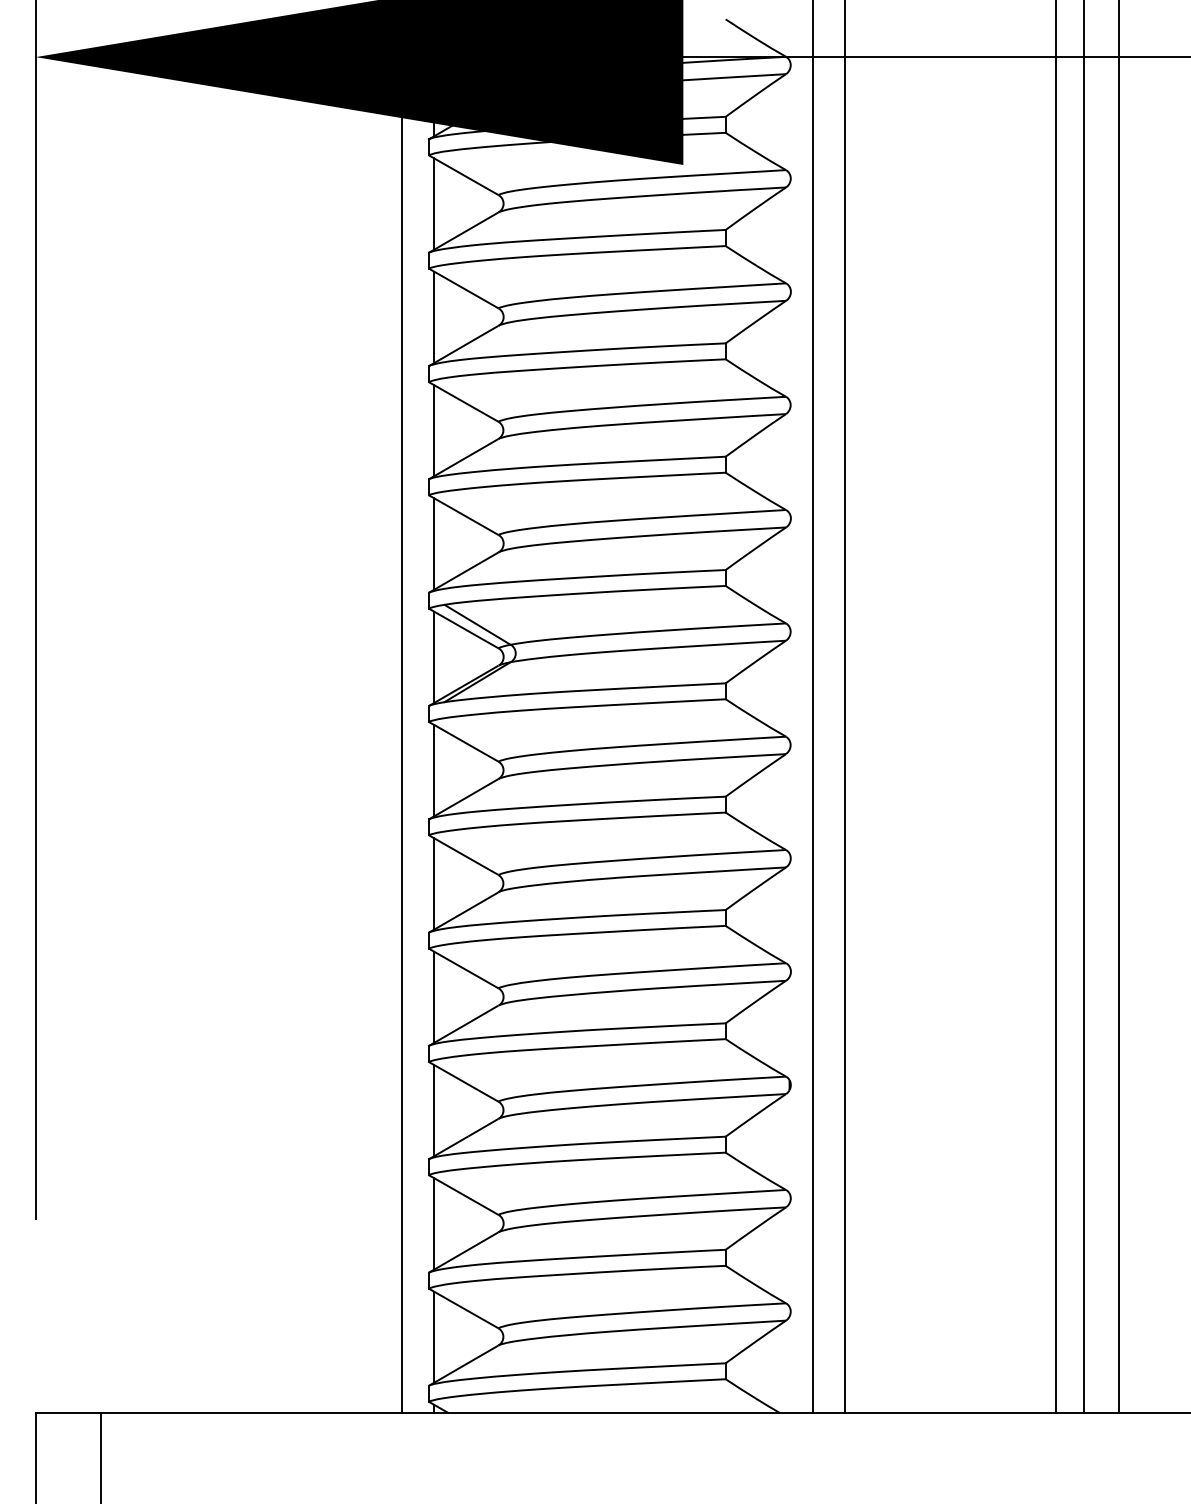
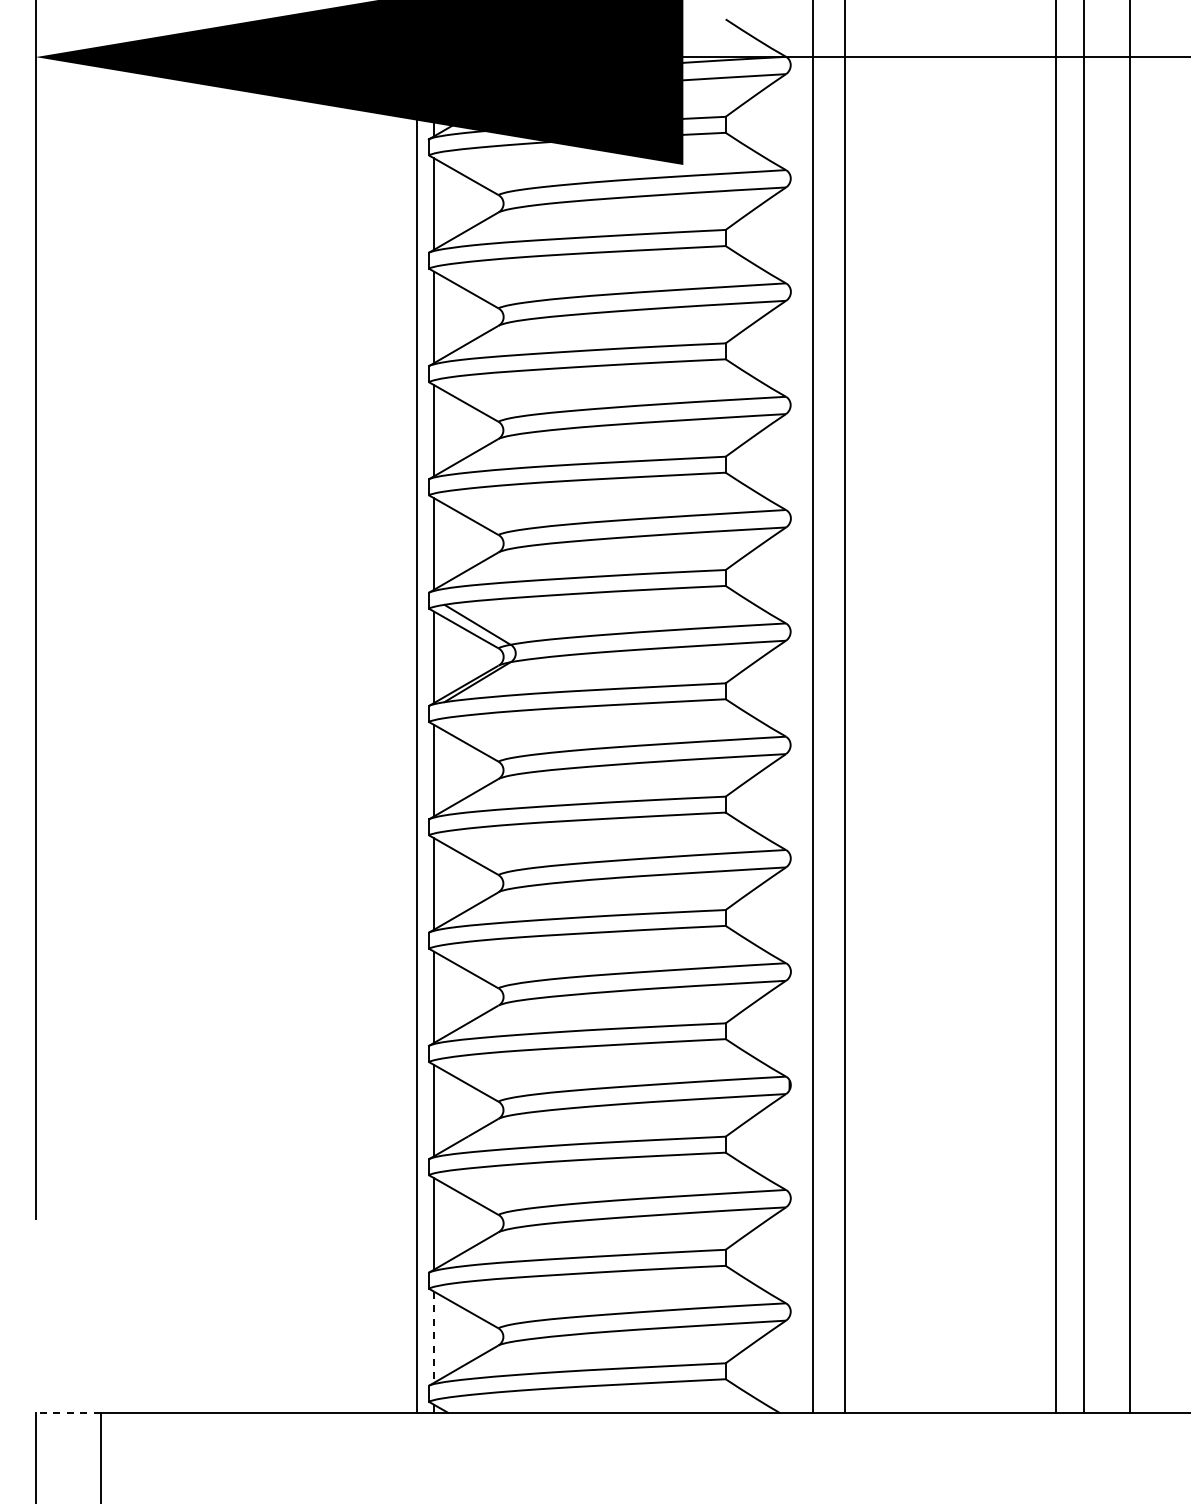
line at (401, 707) position: (401, 707) -> (416, 707)
line at (1118, 707) position: (1118, 707) -> (1129, 707)
line at (434, 1337): solid -> dashed
line at (67, 1413): solid -> dashed
